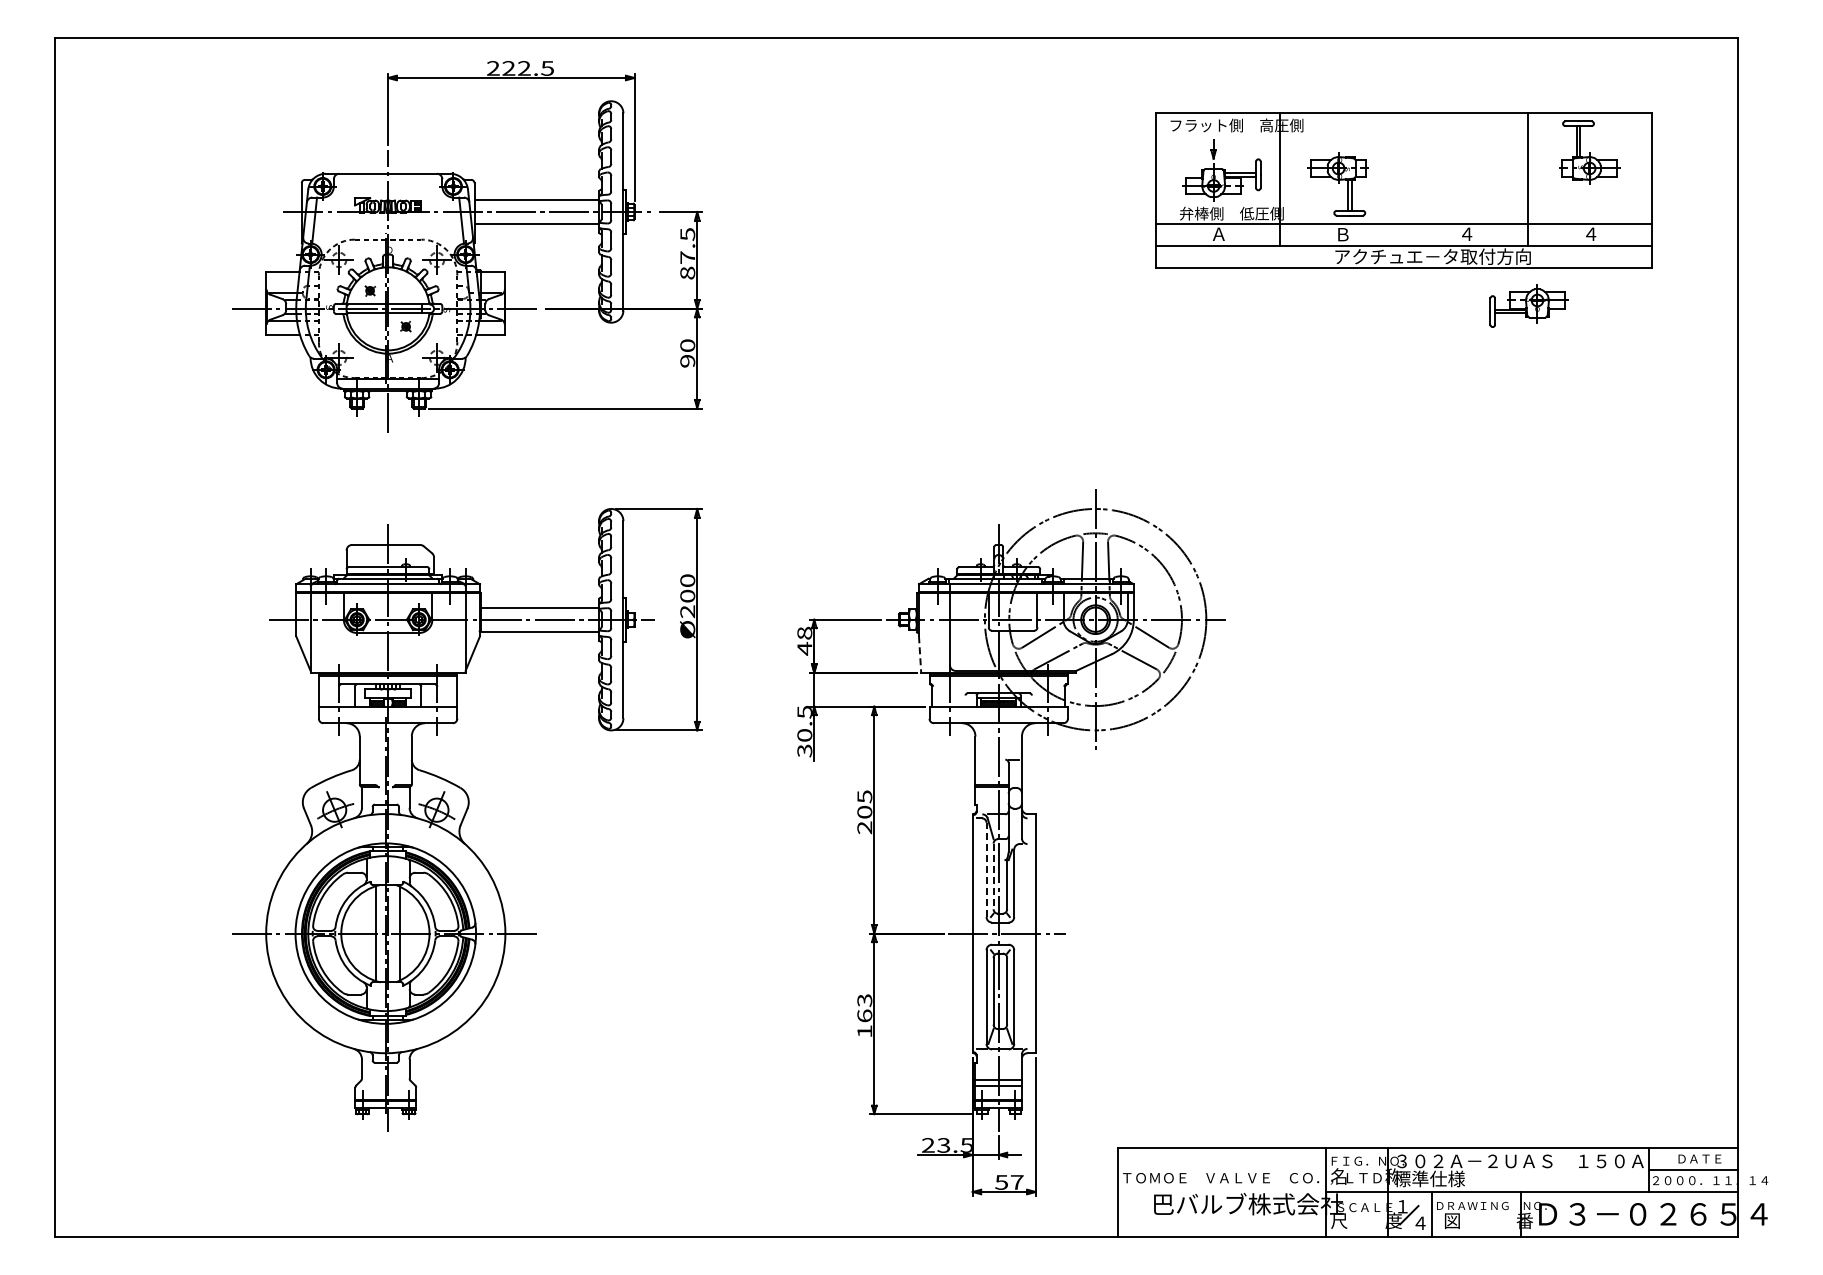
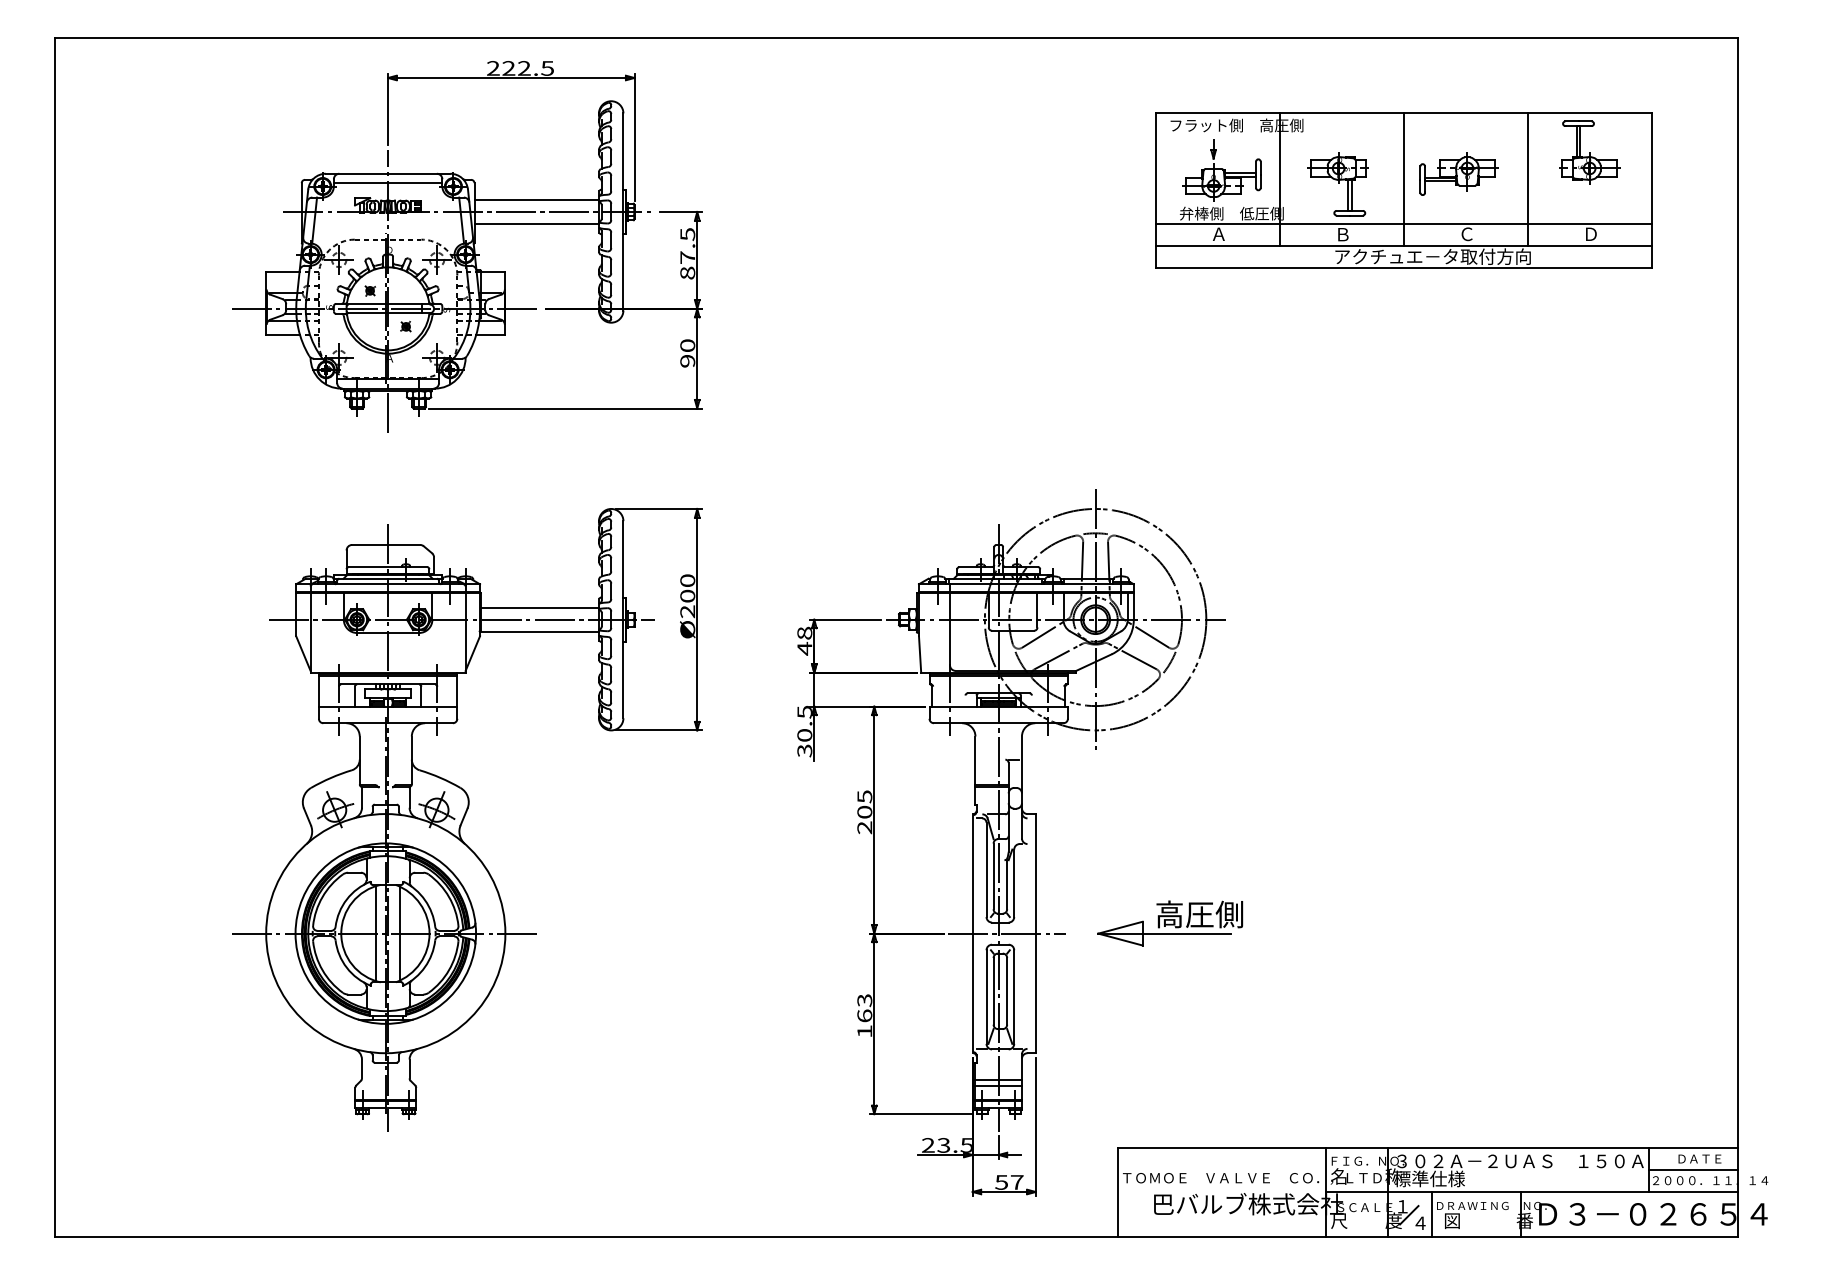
line at (1404, 179): none -> present
line at (387, 183): none -> present
text at (1591, 233): ４ -> Ｄ
text at (1466, 234): ４ -> Ｃ
part at (1528, 305) position: (1528, 305) -> (1458, 173)
line at (920, 655): dashed -> solid
line at (986, 869): dashed -> solid
line at (993, 876): dashed -> solid
part at (1170, 923): none -> present
